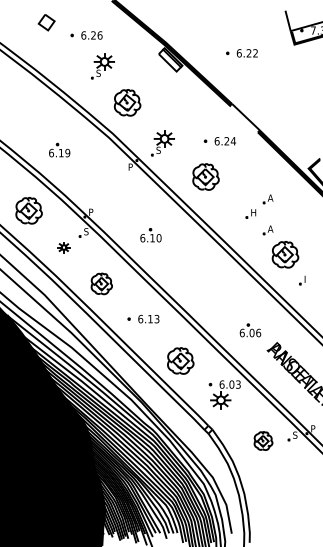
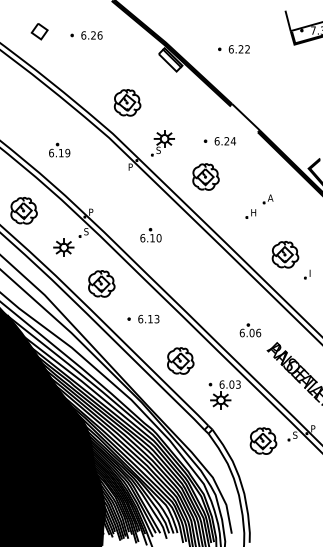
part at (46, 22) position: (46, 22) -> (39, 31)
part at (241, 53) position: (241, 53) -> (233, 49)
part at (102, 66): present -> none
part at (28, 210) position: (28, 210) -> (23, 210)
part at (267, 230): present -> none
part at (63, 247) size: 14x12 px -> 22x19 px
part at (302, 280) position: (302, 280) -> (307, 274)
part at (101, 283) size: 23x24 px -> 28x28 px
part at (263, 440) size: 21x20 px -> 29x28 px
